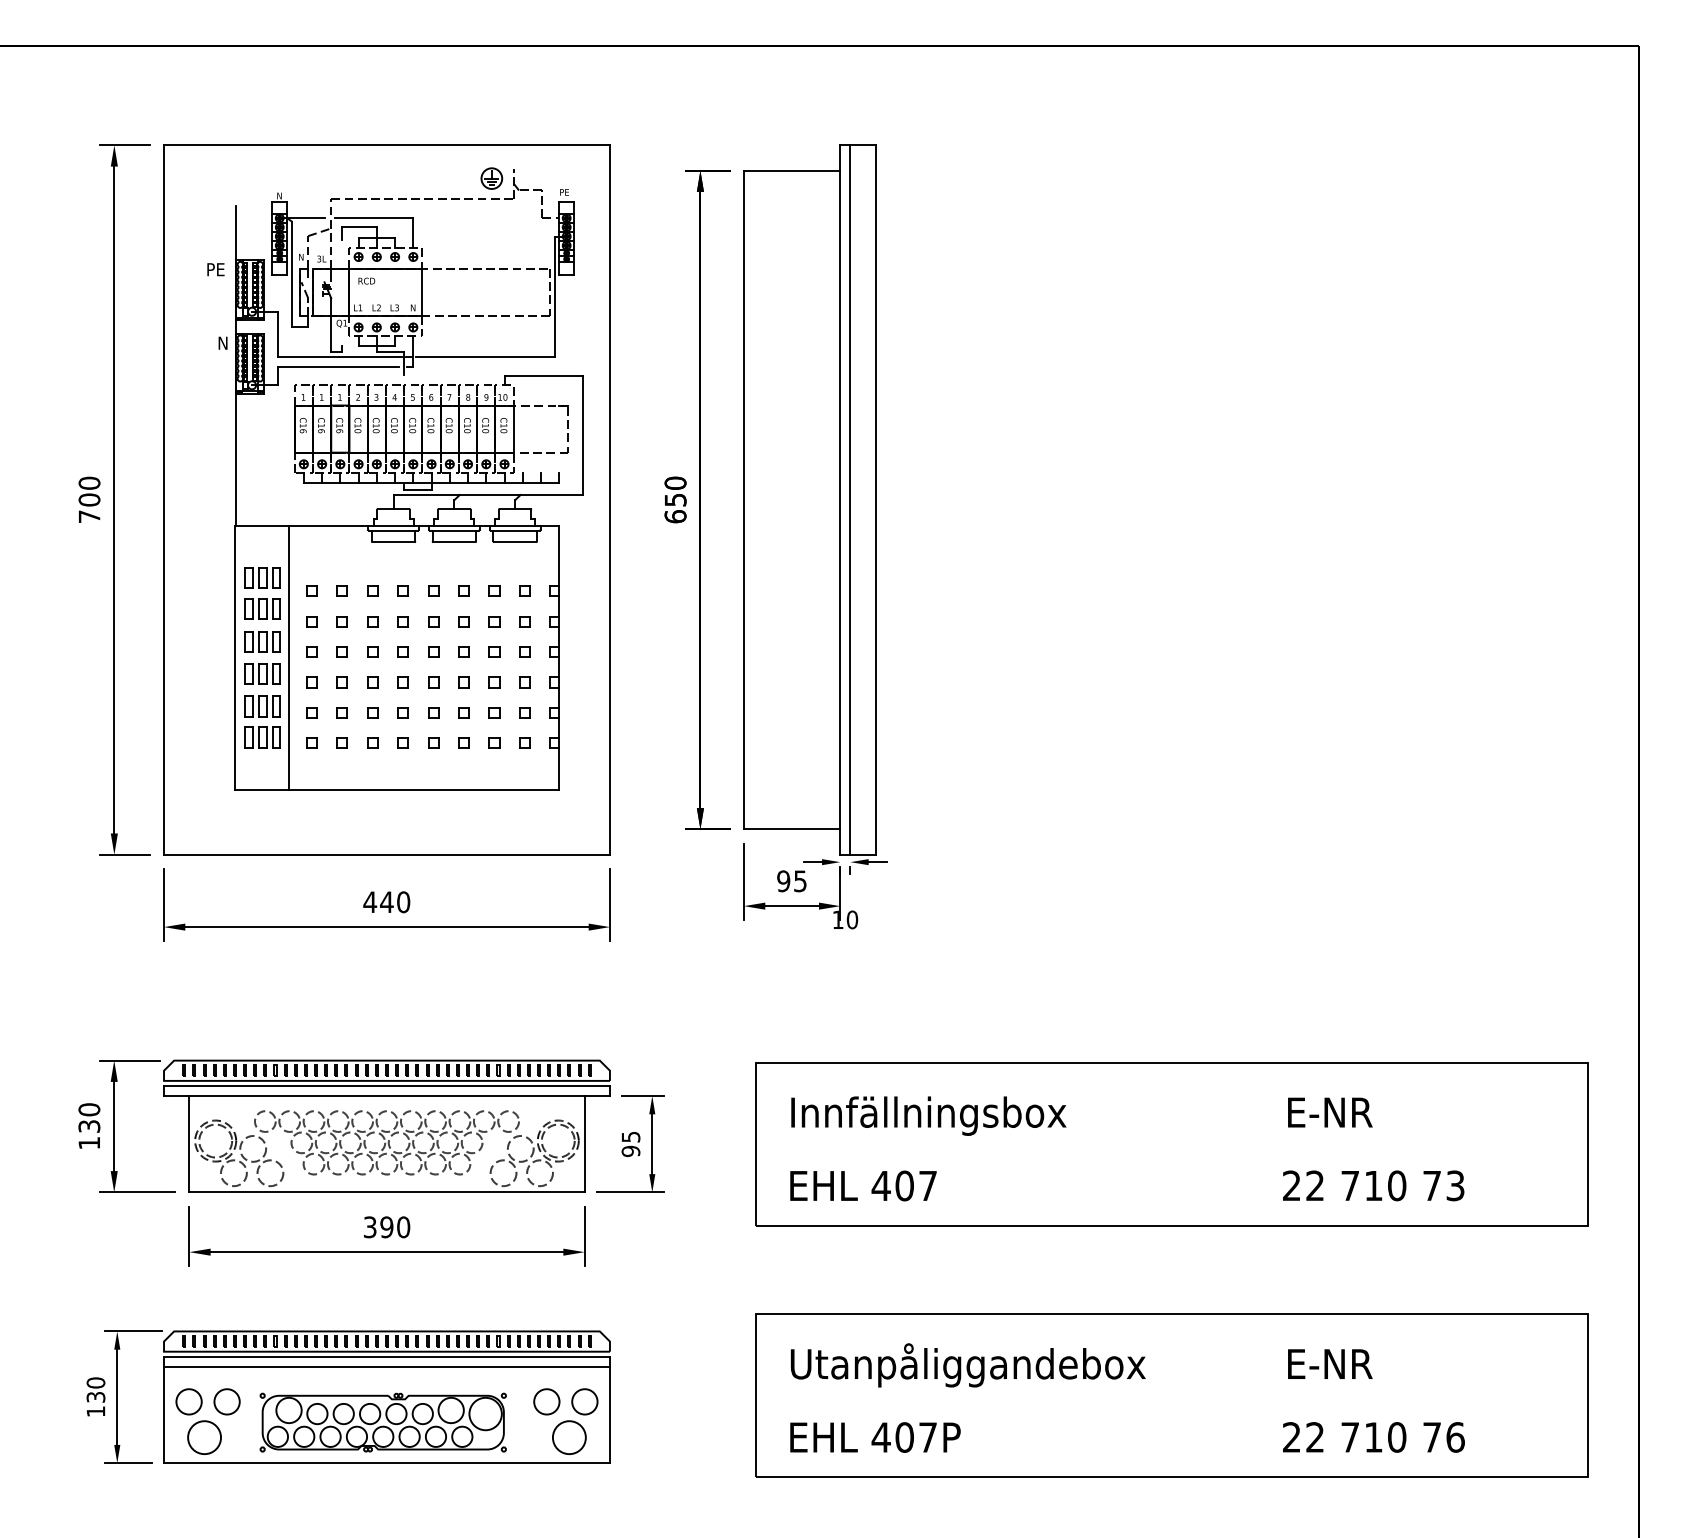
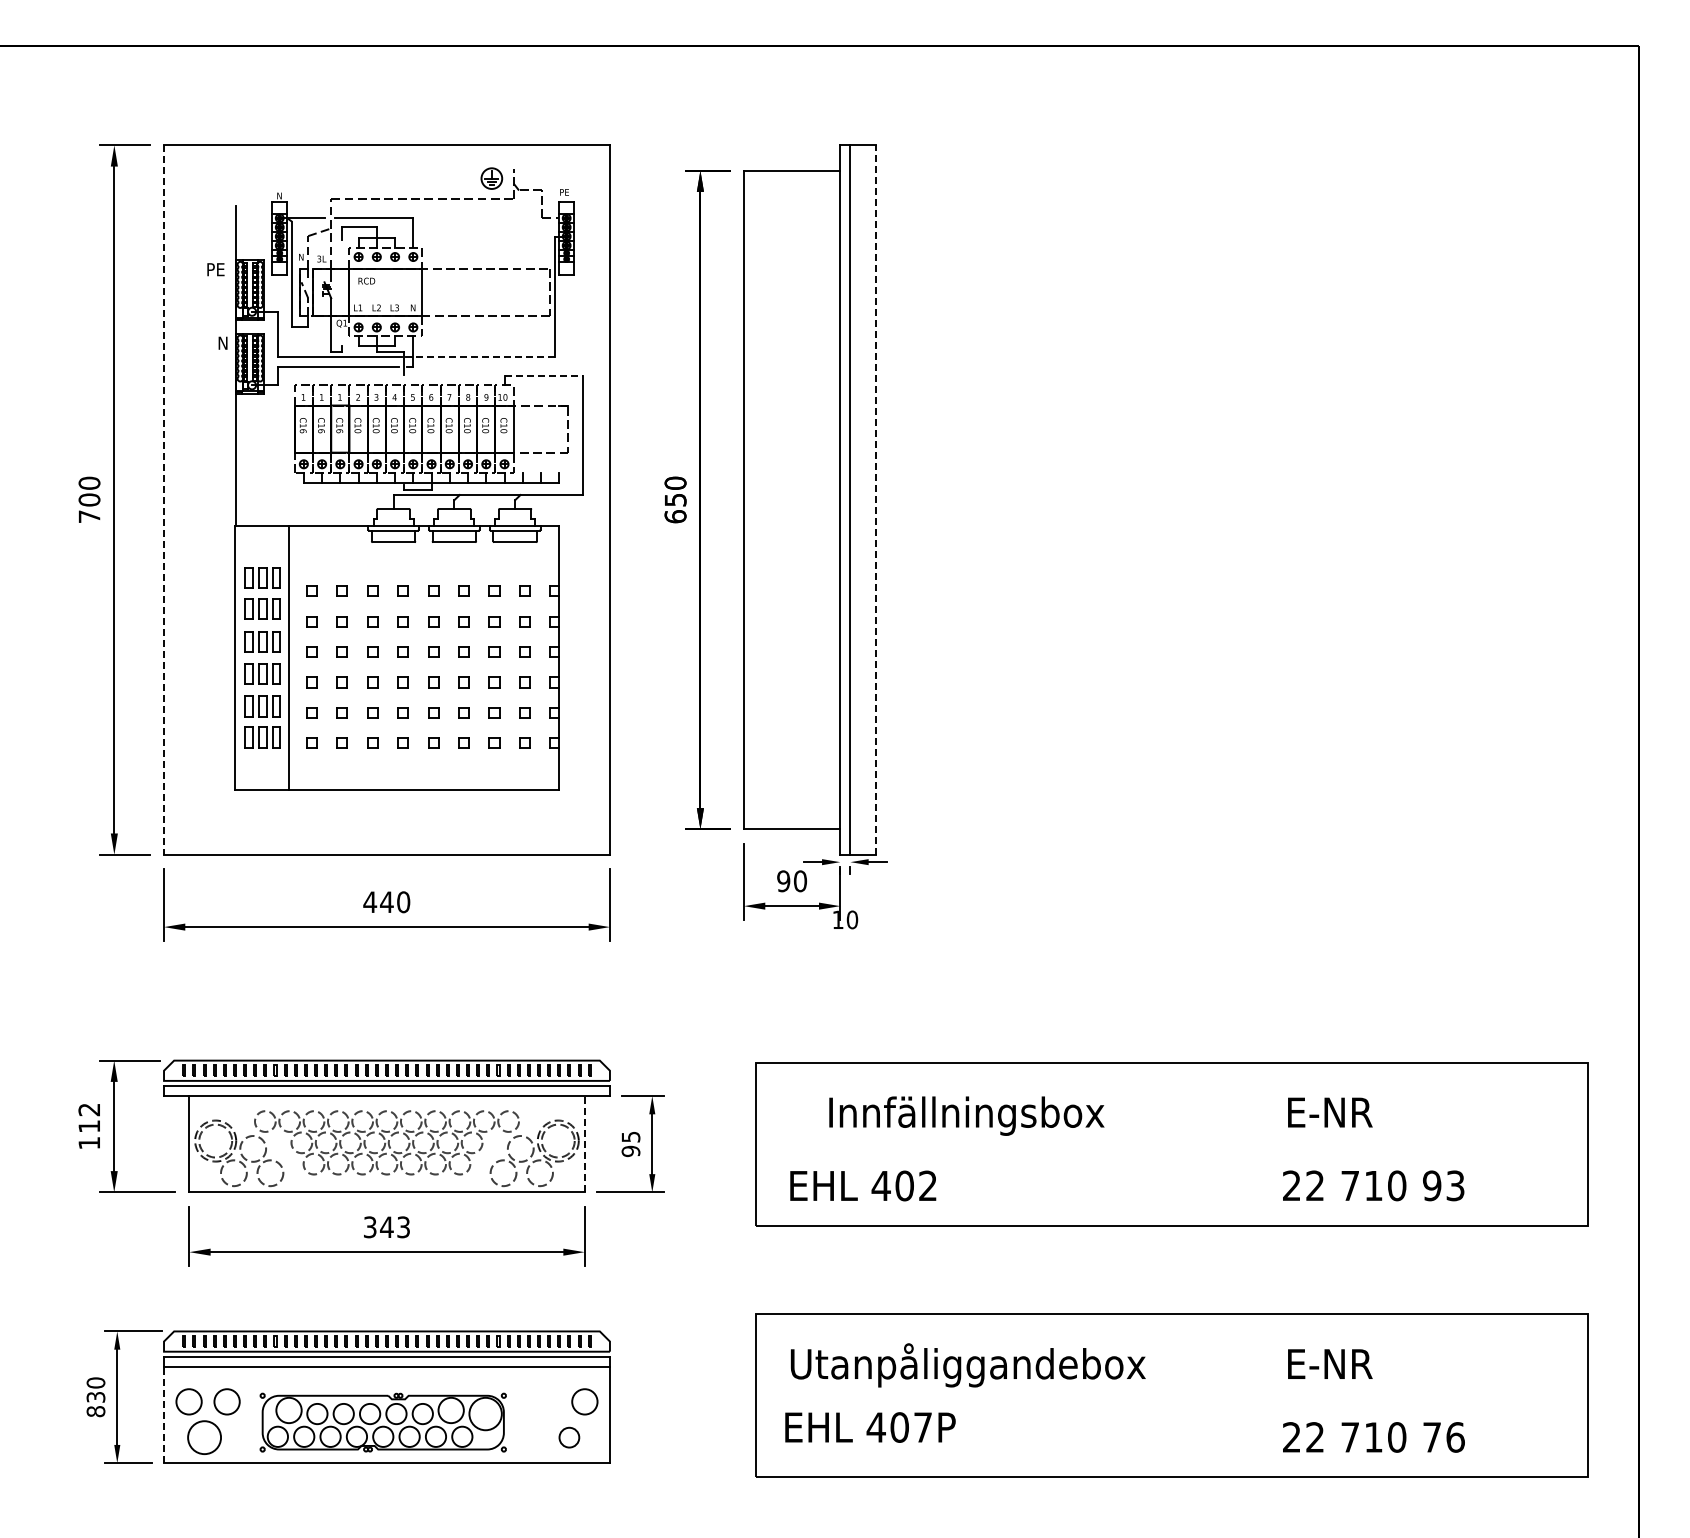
line at (485, 356): solid -> dashed
line at (544, 375): solid -> dashed
line at (164, 500): solid -> dashed
line at (875, 500): solid -> dashed
text at (800, 881): 95 -> 90
text at (928, 1115) position: (928, 1115) -> (966, 1115)
text at (89, 1117): 130 -> 112
line at (584, 1143): solid -> dashed
text at (927, 1185): 407 -> 402
text at (1432, 1185): 73 -> 93
text at (395, 1227): 390 -> 343
circle at (546, 1401): present -> none
text at (95, 1411): 130 -> 830
line at (164, 1414): solid -> dashed
circle at (568, 1437) diameter: 33 px -> 20 px
text at (875, 1437) position: (875, 1437) -> (870, 1427)
